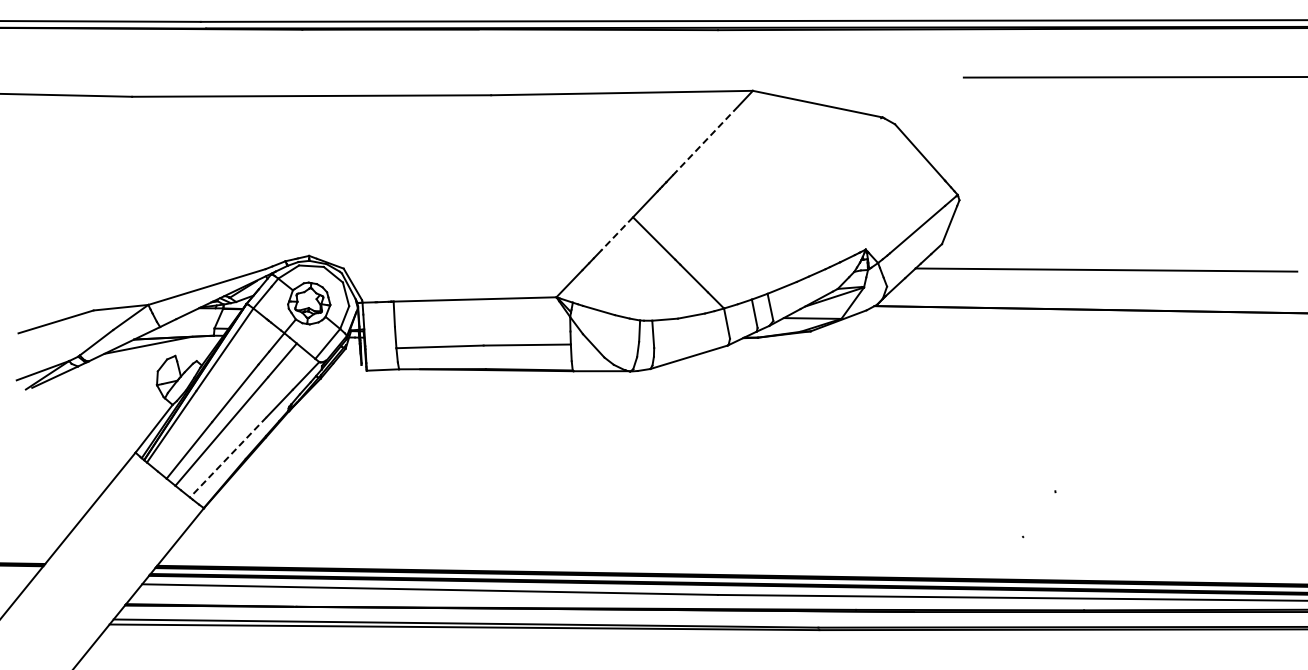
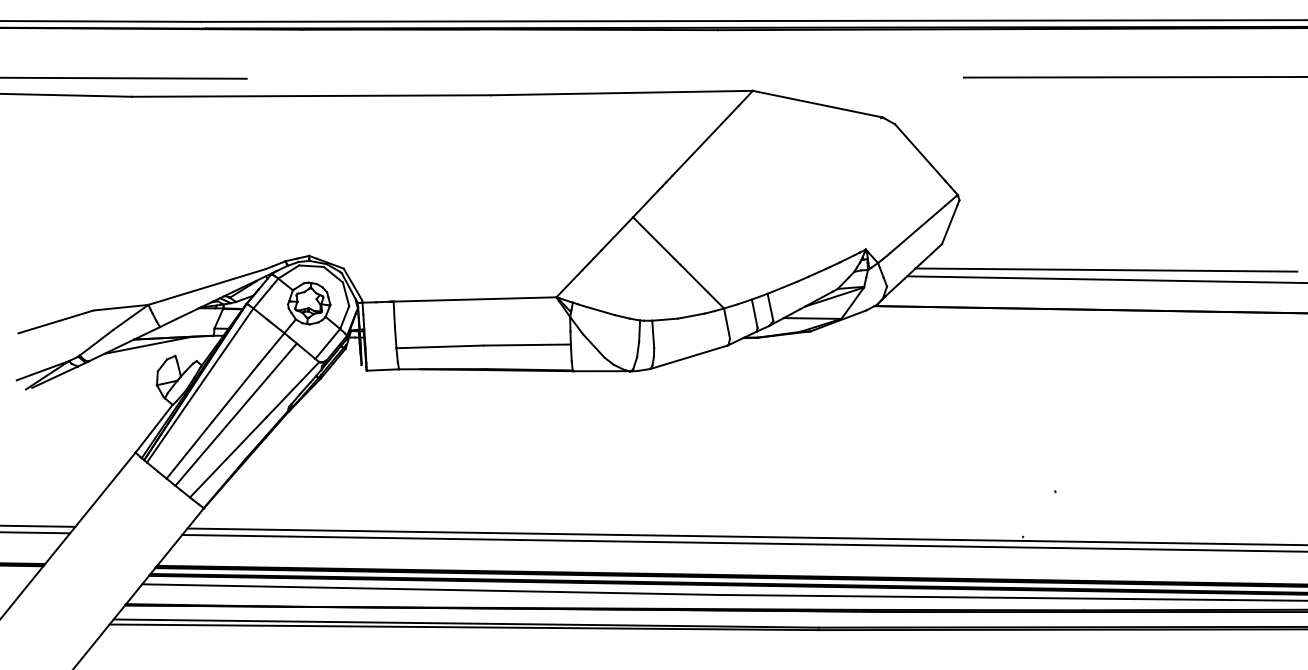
line at (124, 77): none -> present
line at (705, 140): dashed -> solid
line at (616, 234): dashed -> solid
line at (1105, 279): none -> present
line at (228, 457): dashed -> solid
line at (38, 525): none -> present
line at (36, 532): none -> present
line at (745, 536): none -> present
line at (743, 542): none -> present
